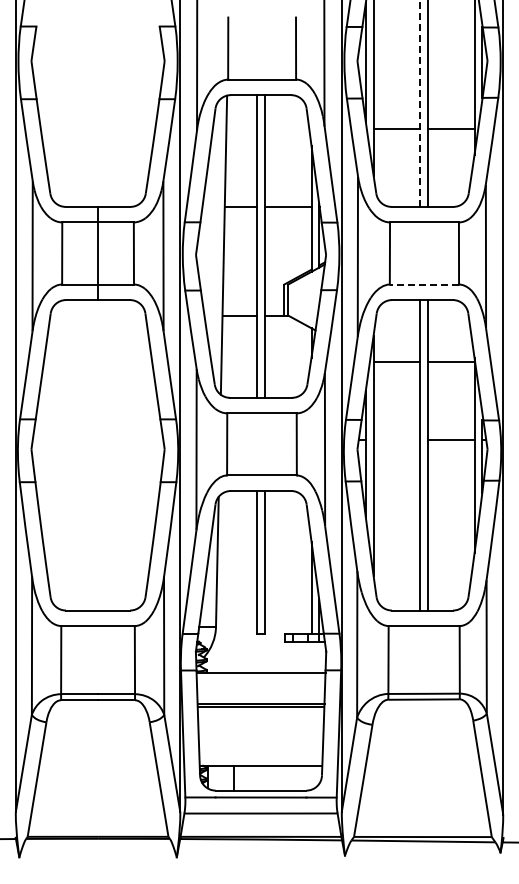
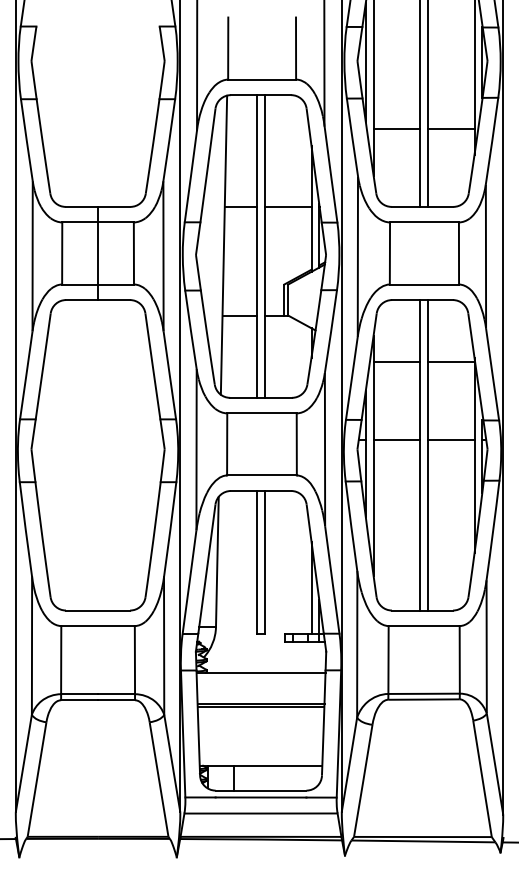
line at (420, 103): dashed -> solid
line at (424, 284): dashed -> solid
line at (396, 439): none -> present
